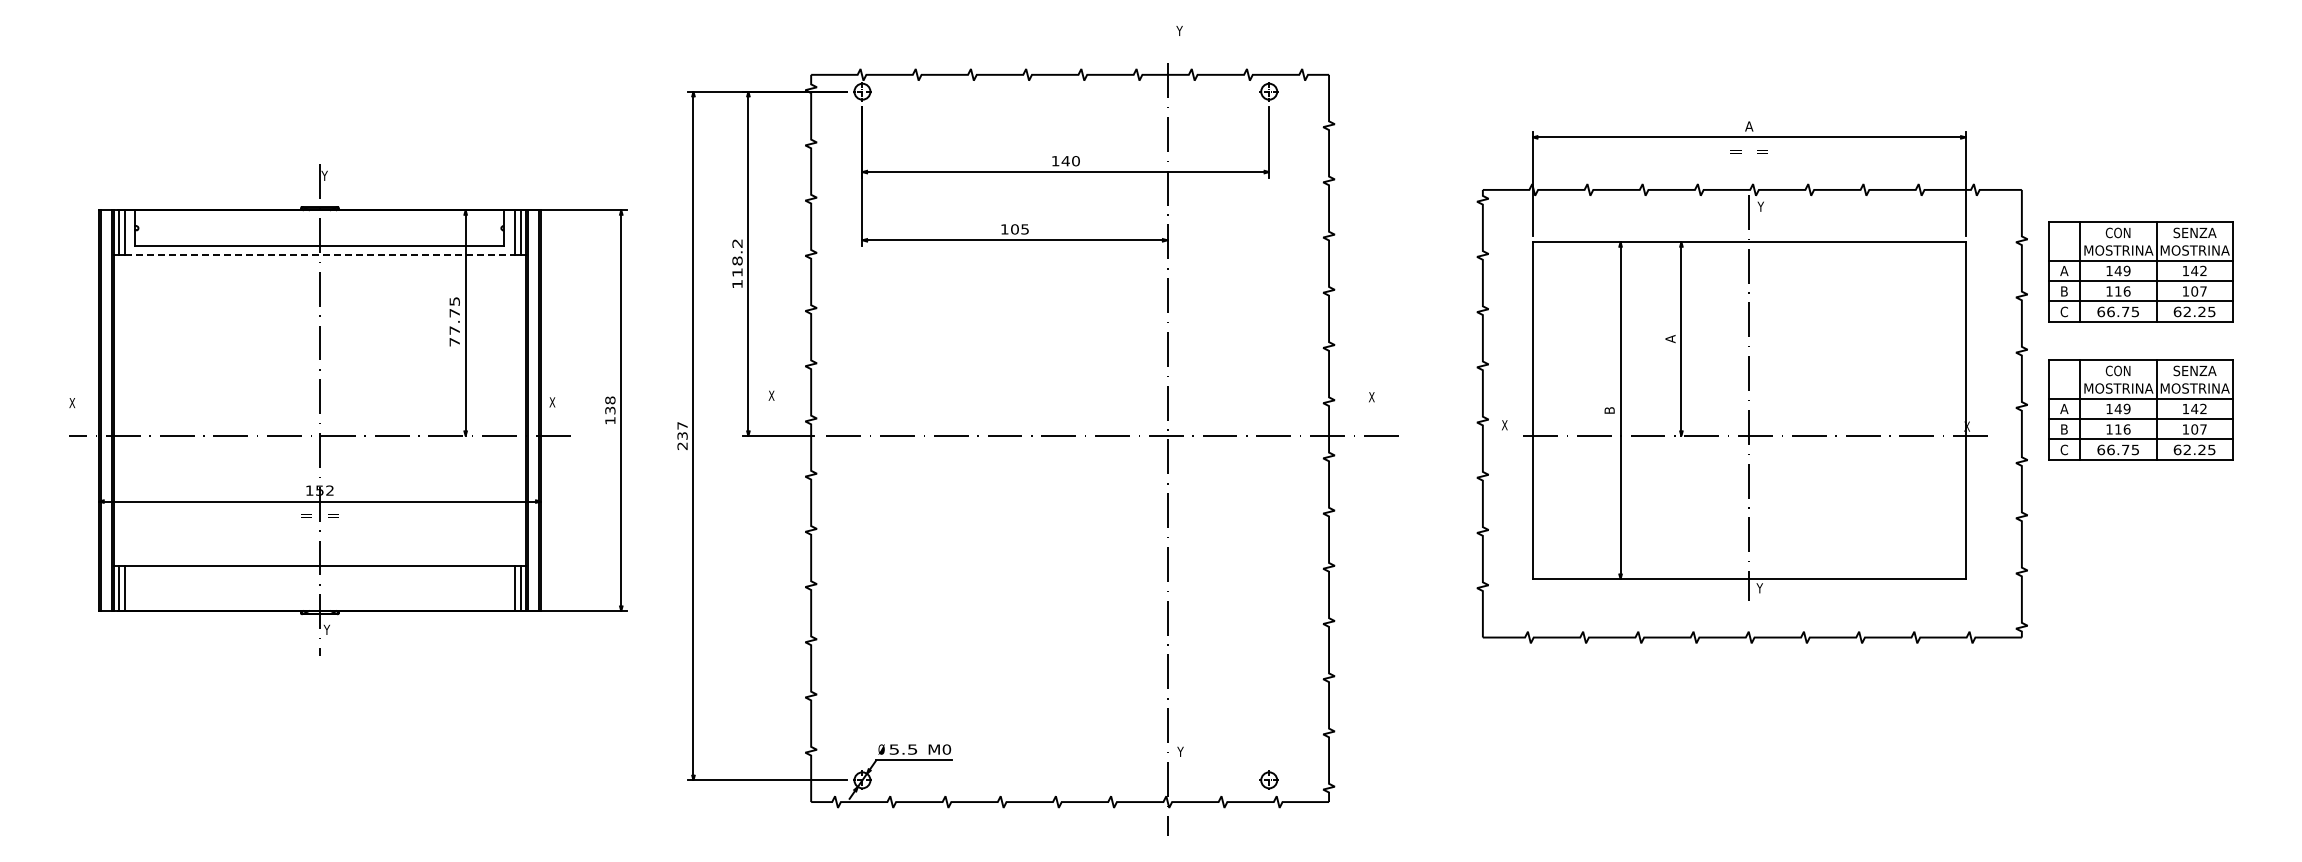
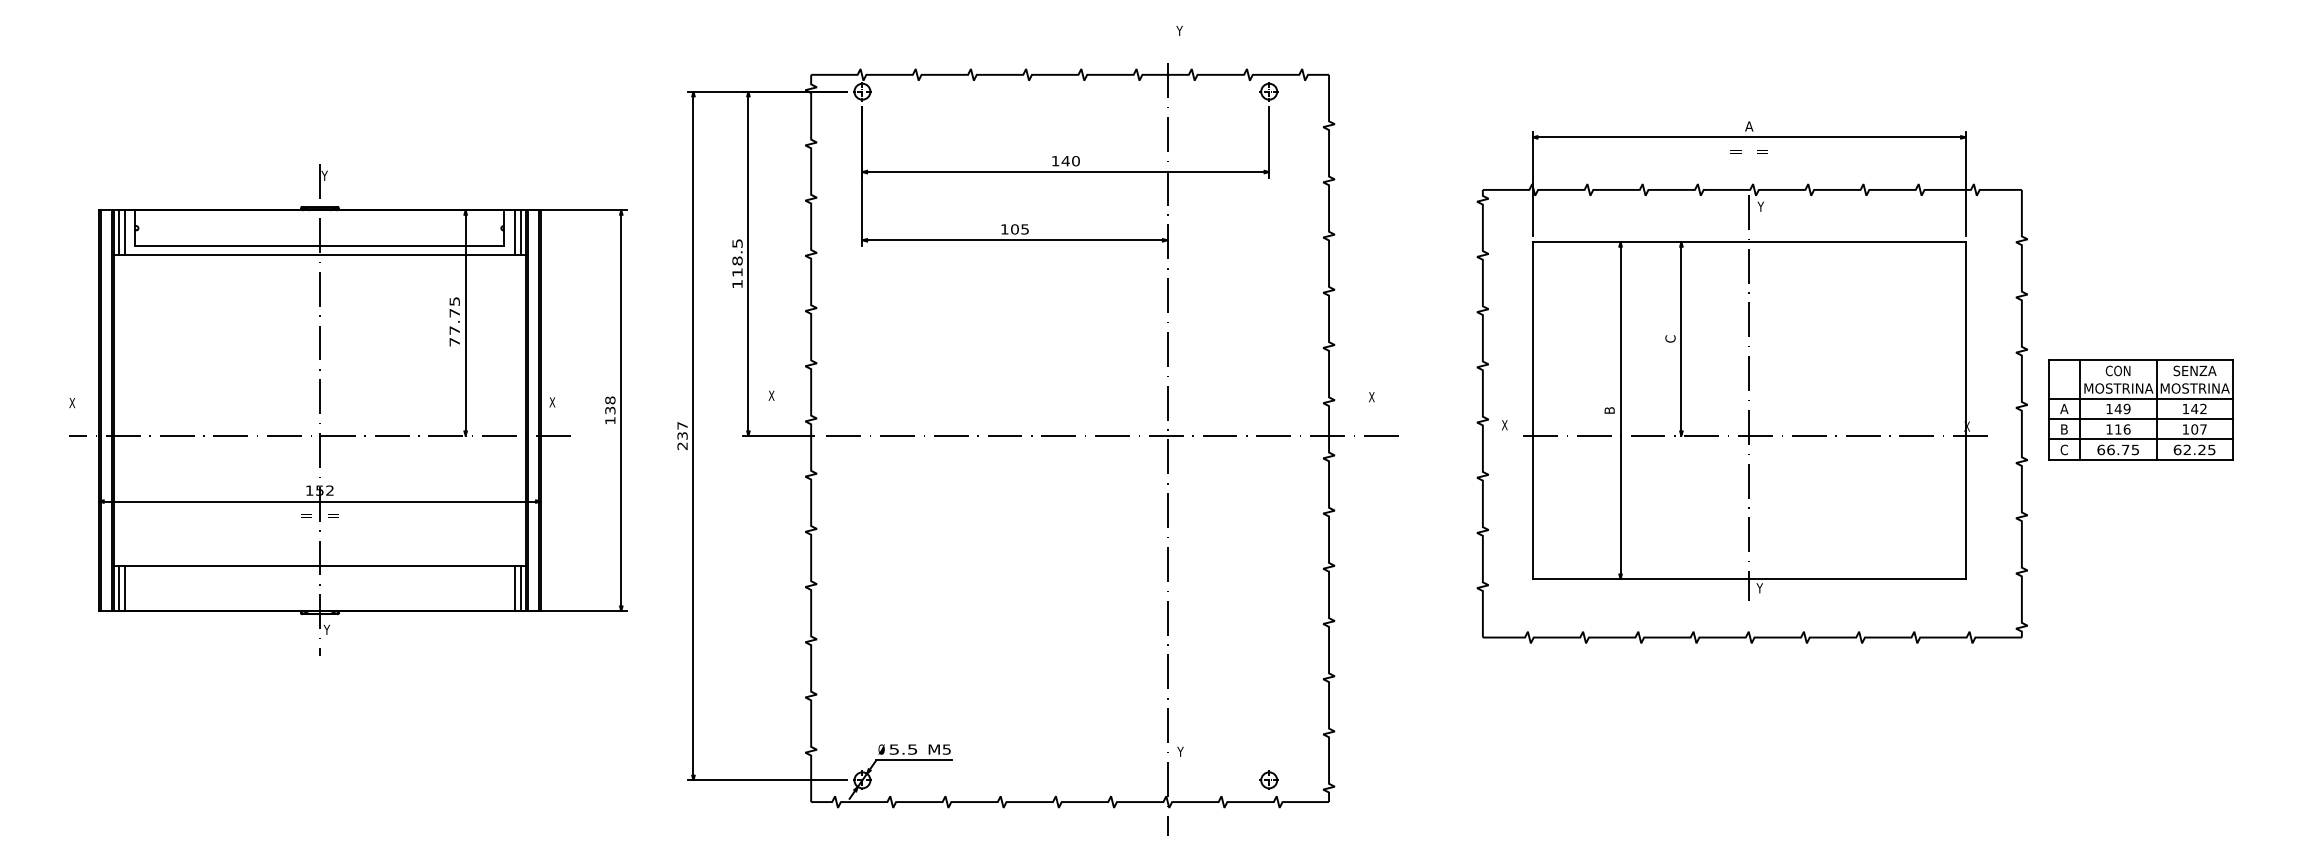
text at (737, 243): 118.2 -> 118.5
line at (319, 255): dashed -> solid
part at (2140, 271): present -> none
text at (1670, 339): A -> C
text at (946, 749): M0 -> M5
